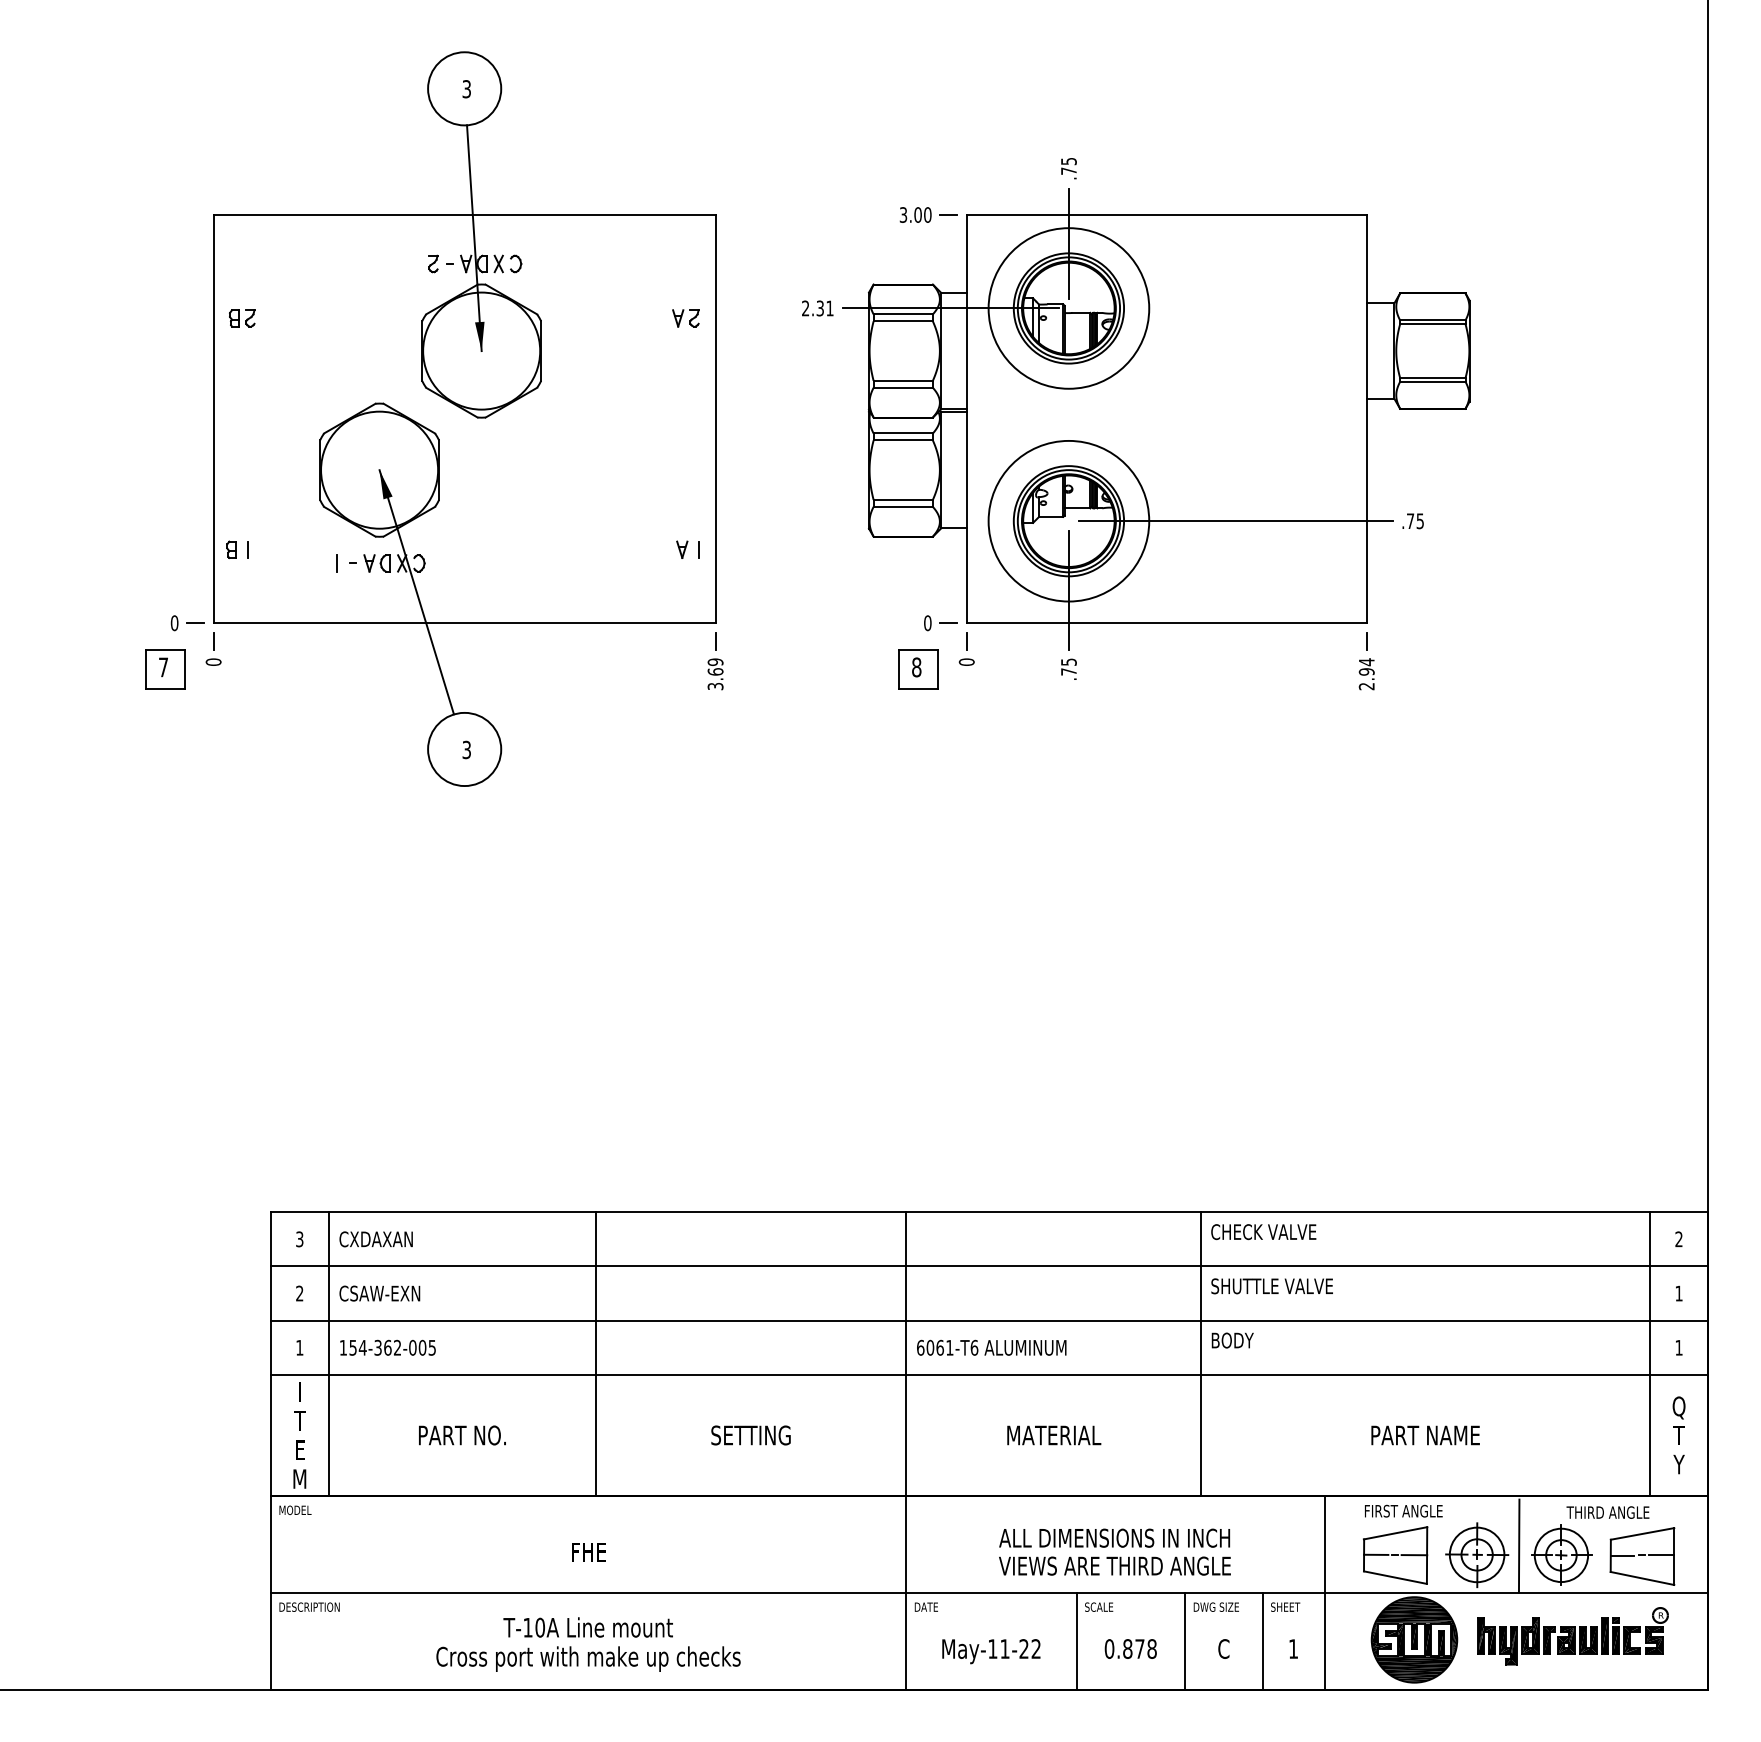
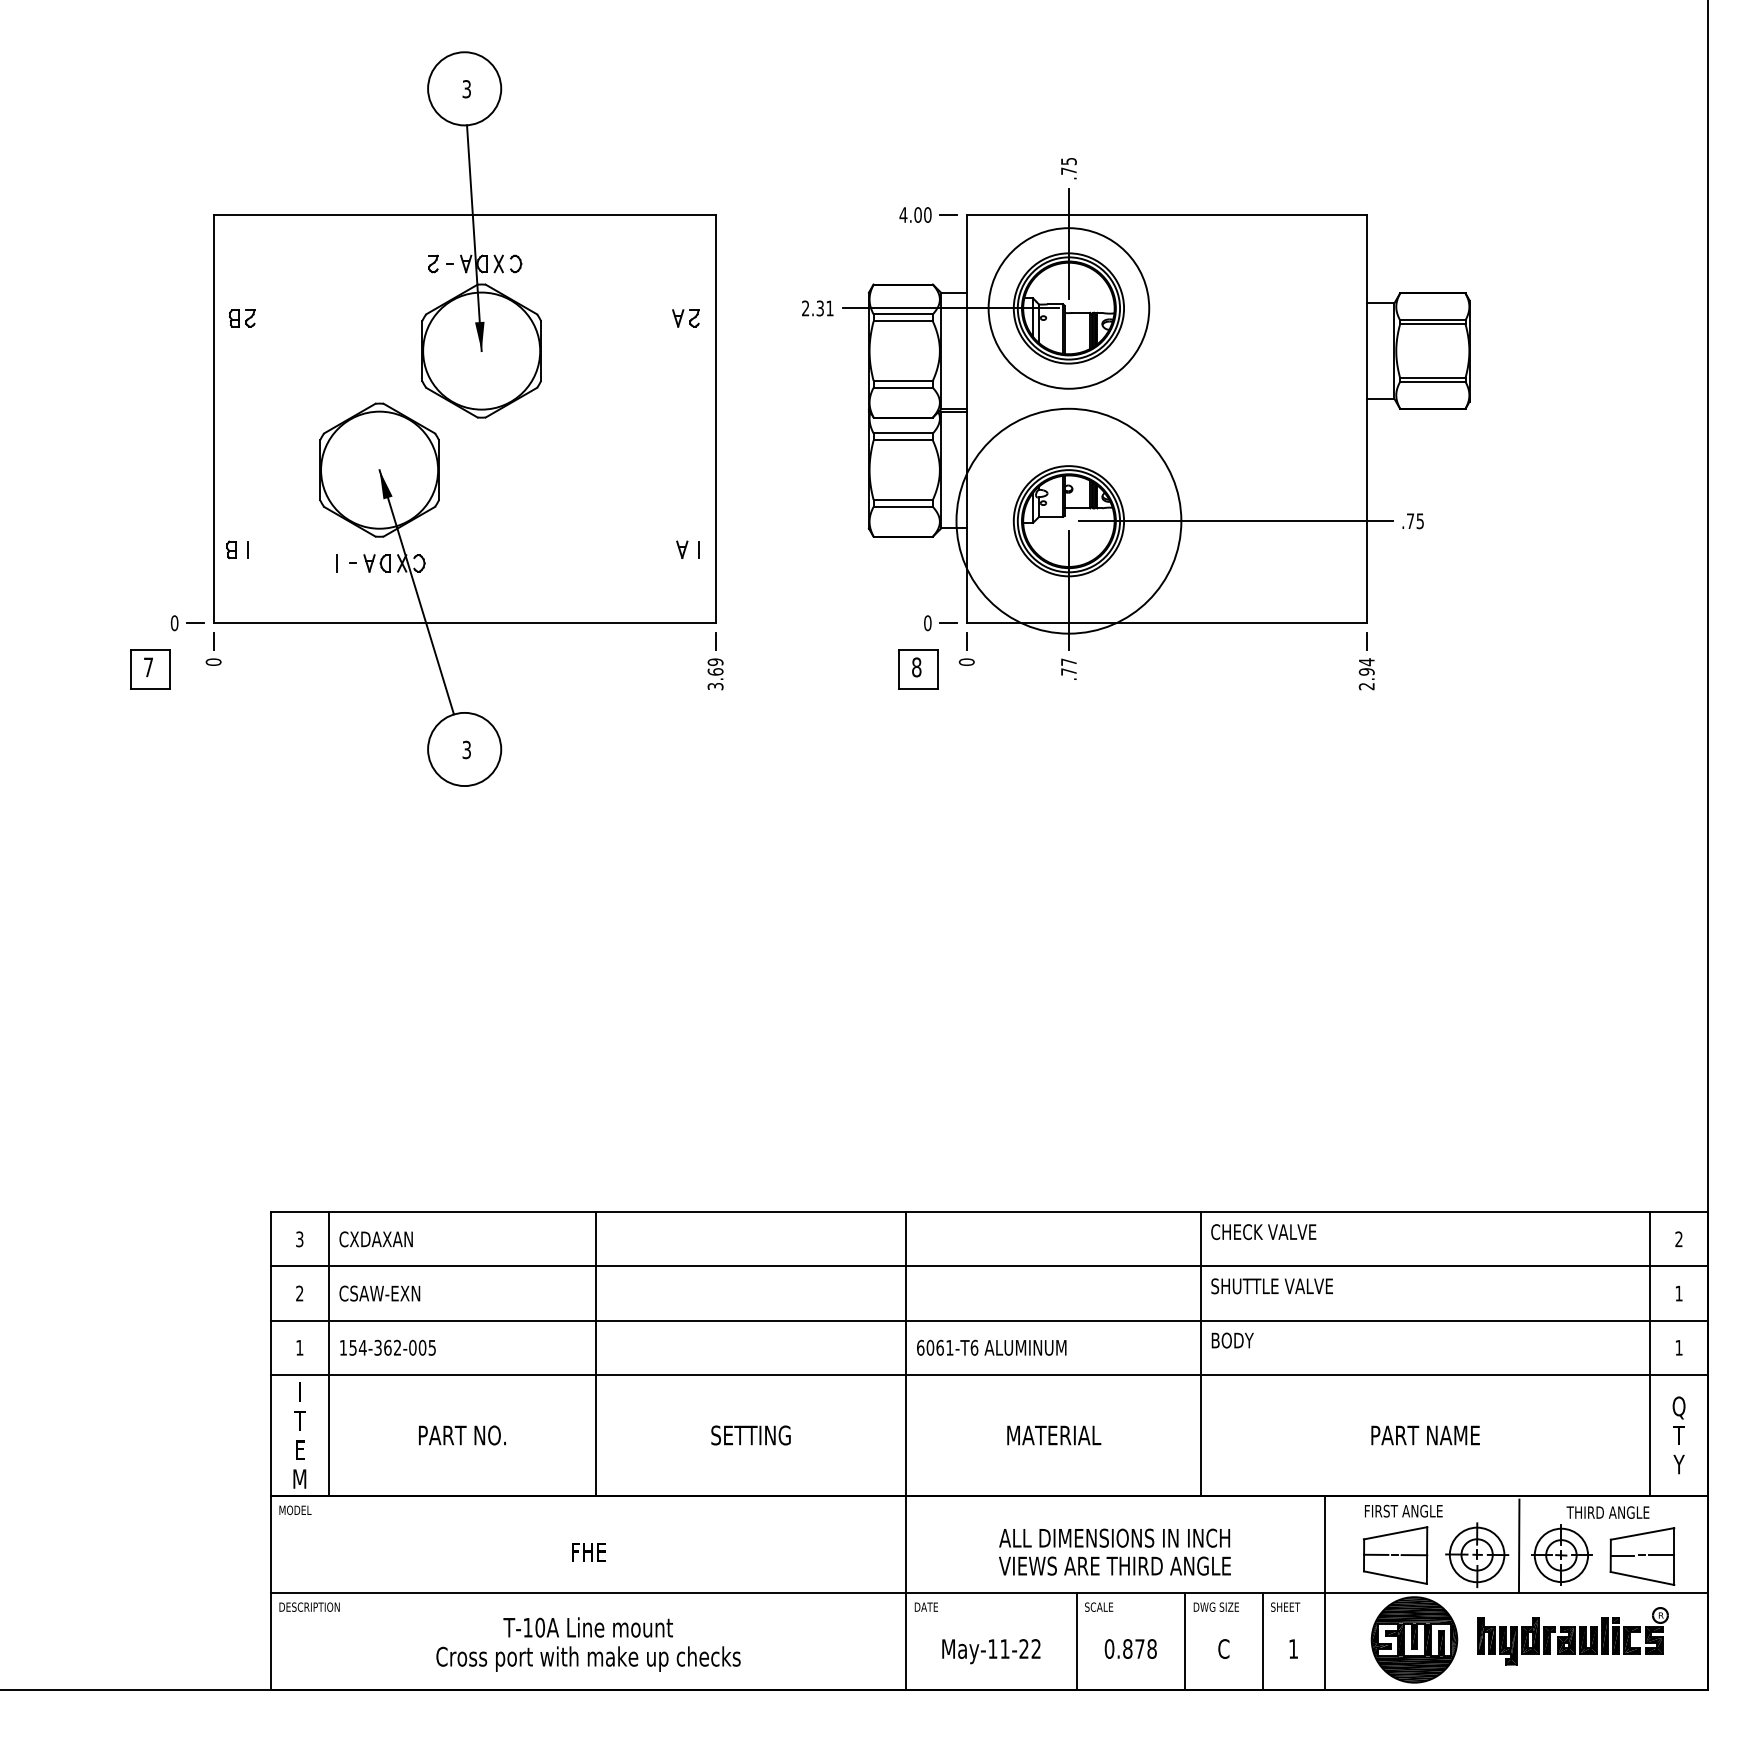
text at (903, 214): 3.00 -> 4.00
circle at (1068, 520) diameter: 161 px -> 225 px
text at (1068, 661): .75 -> .77
part at (165, 669) position: (165, 669) -> (150, 669)
